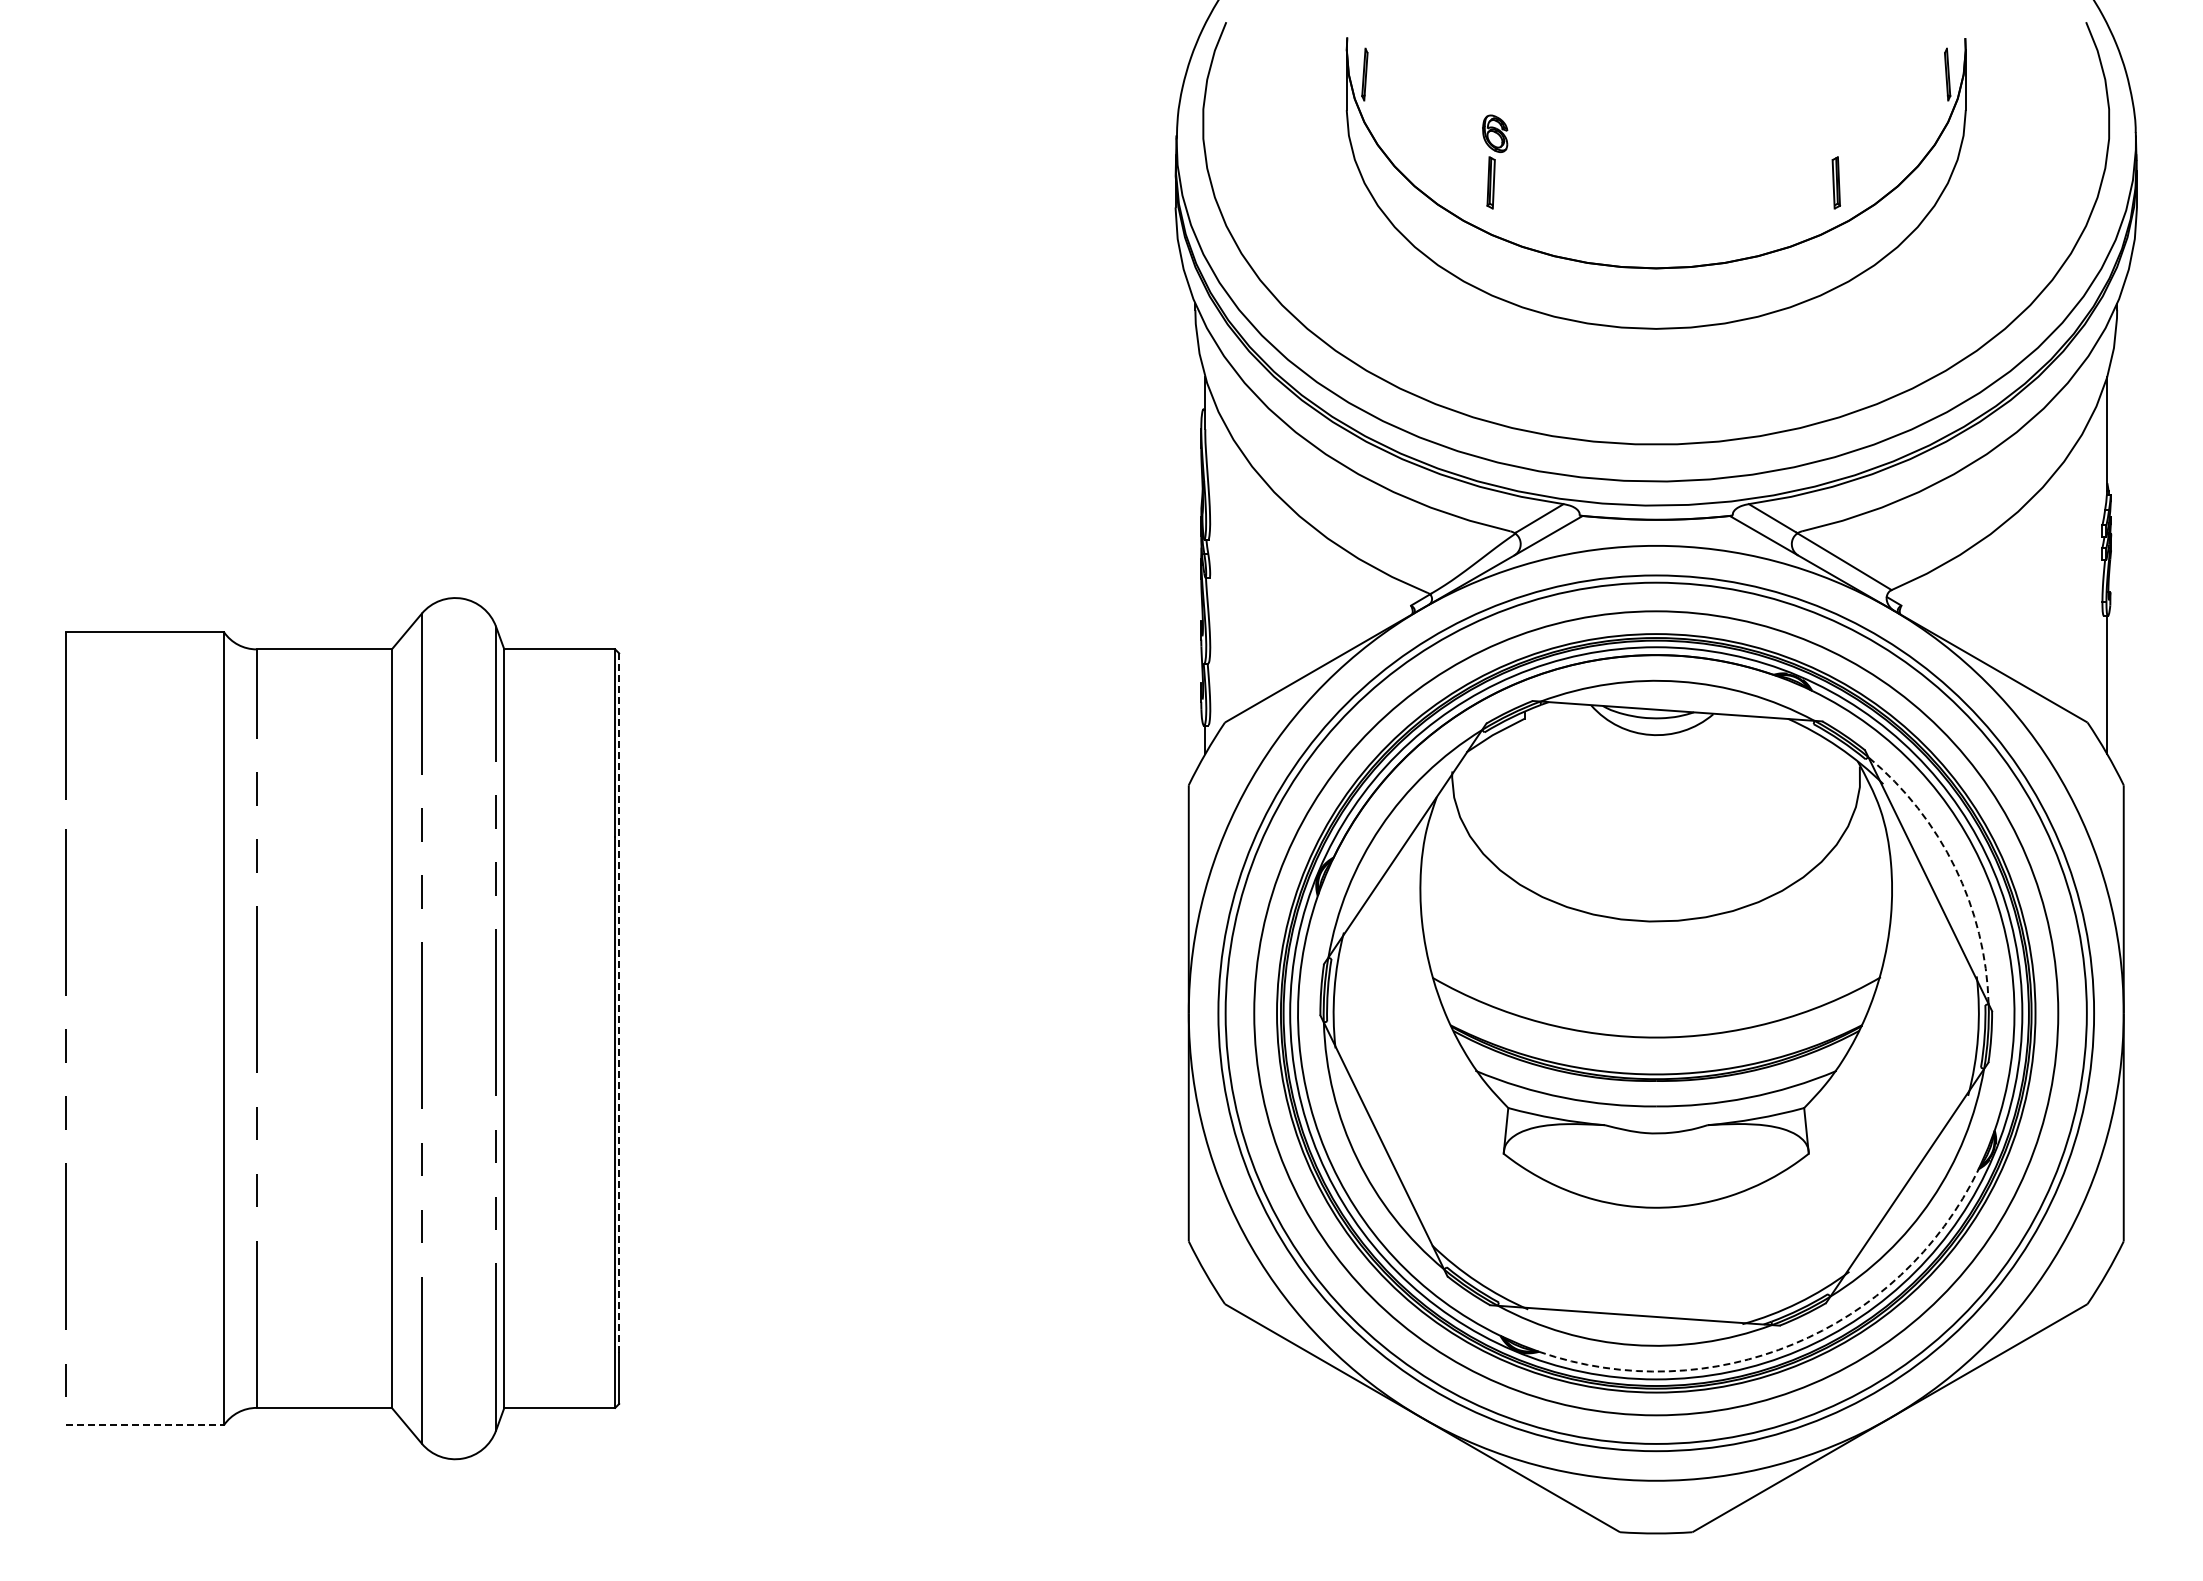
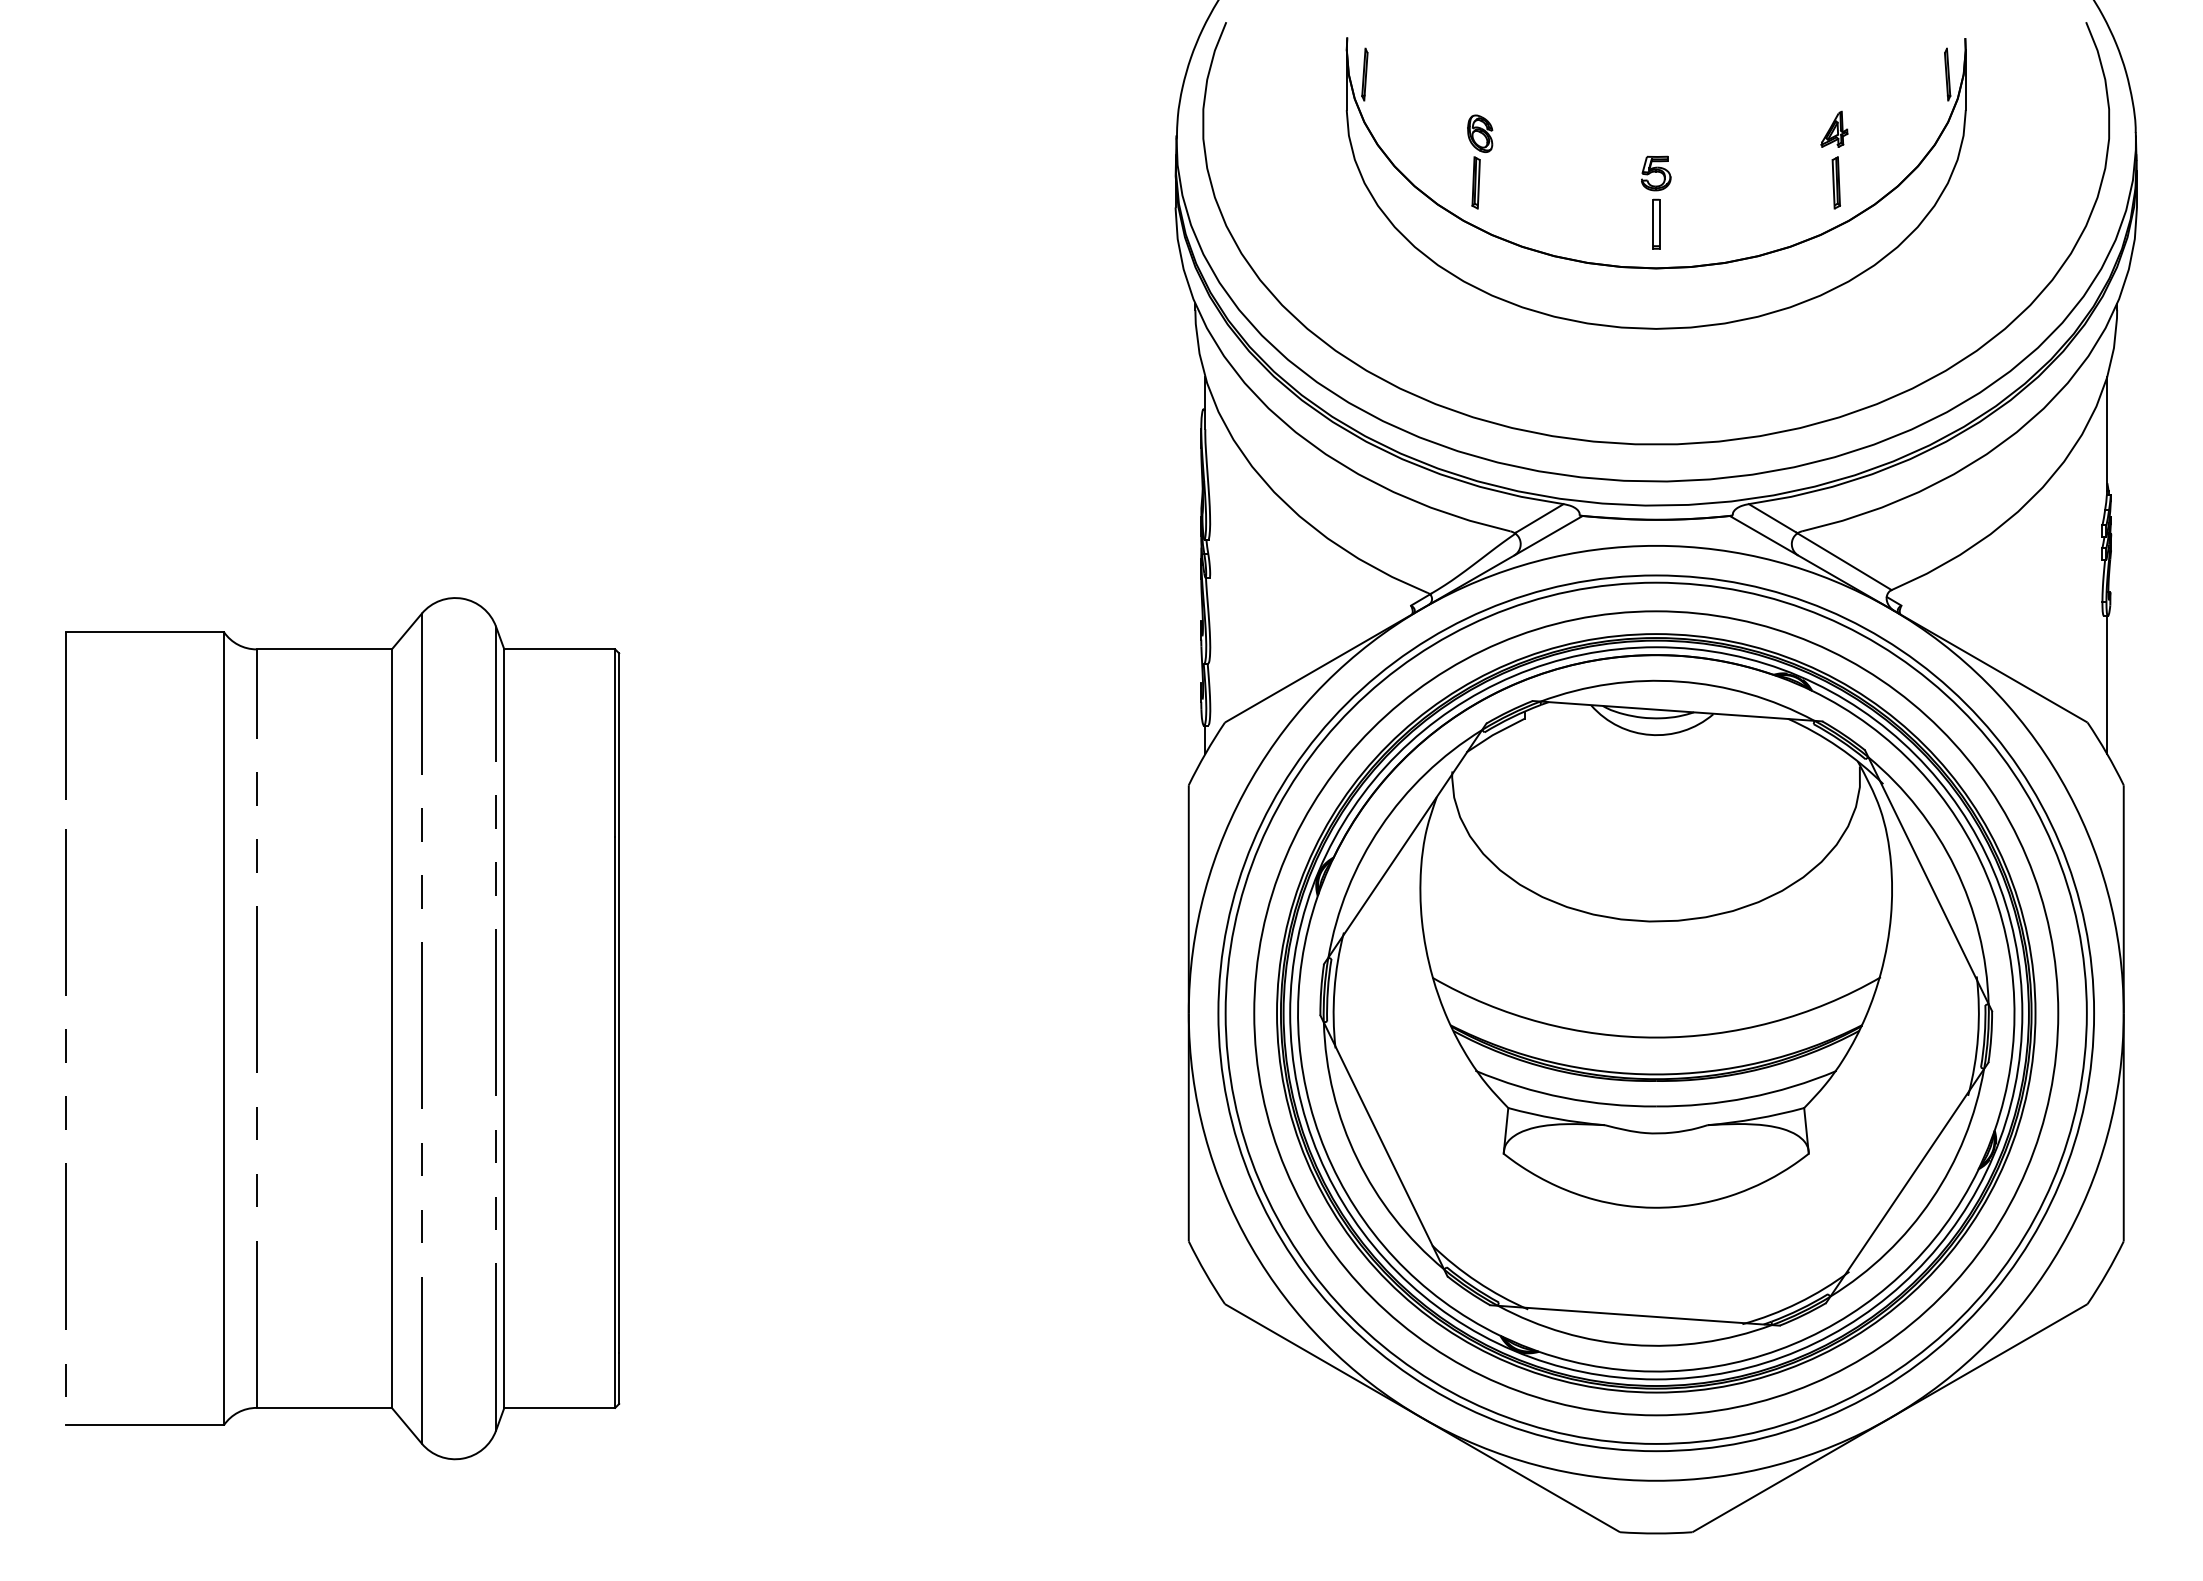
part at (1834, 128): none -> present
part at (1495, 161) position: (1495, 161) -> (1480, 161)
part at (1656, 202): none -> present
arc at (1955, 867): dashed -> solid
line at (619, 1003): dashed -> solid
arc at (1793, 1344): dashed -> solid
line at (145, 1425): dashed -> solid
